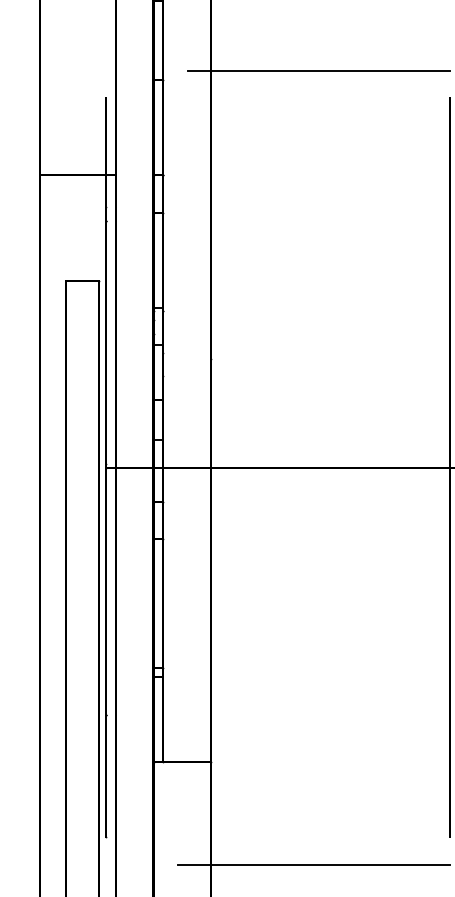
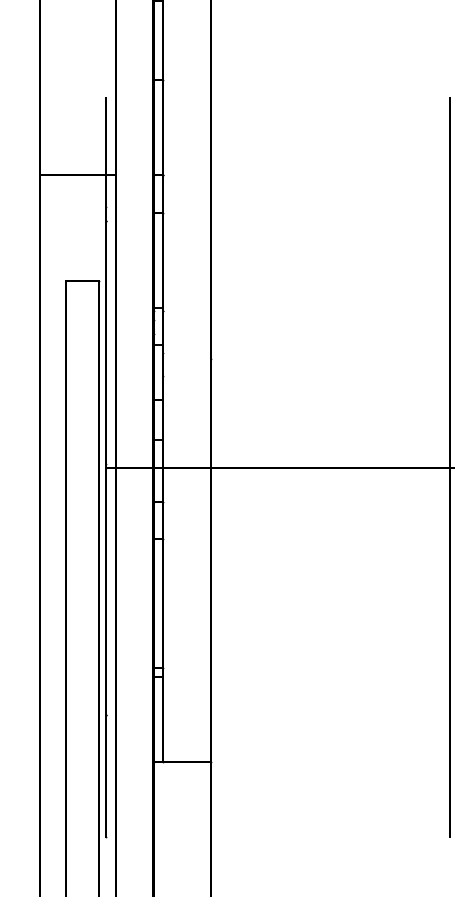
line at (319, 70): present -> none
line at (313, 865): present -> none
